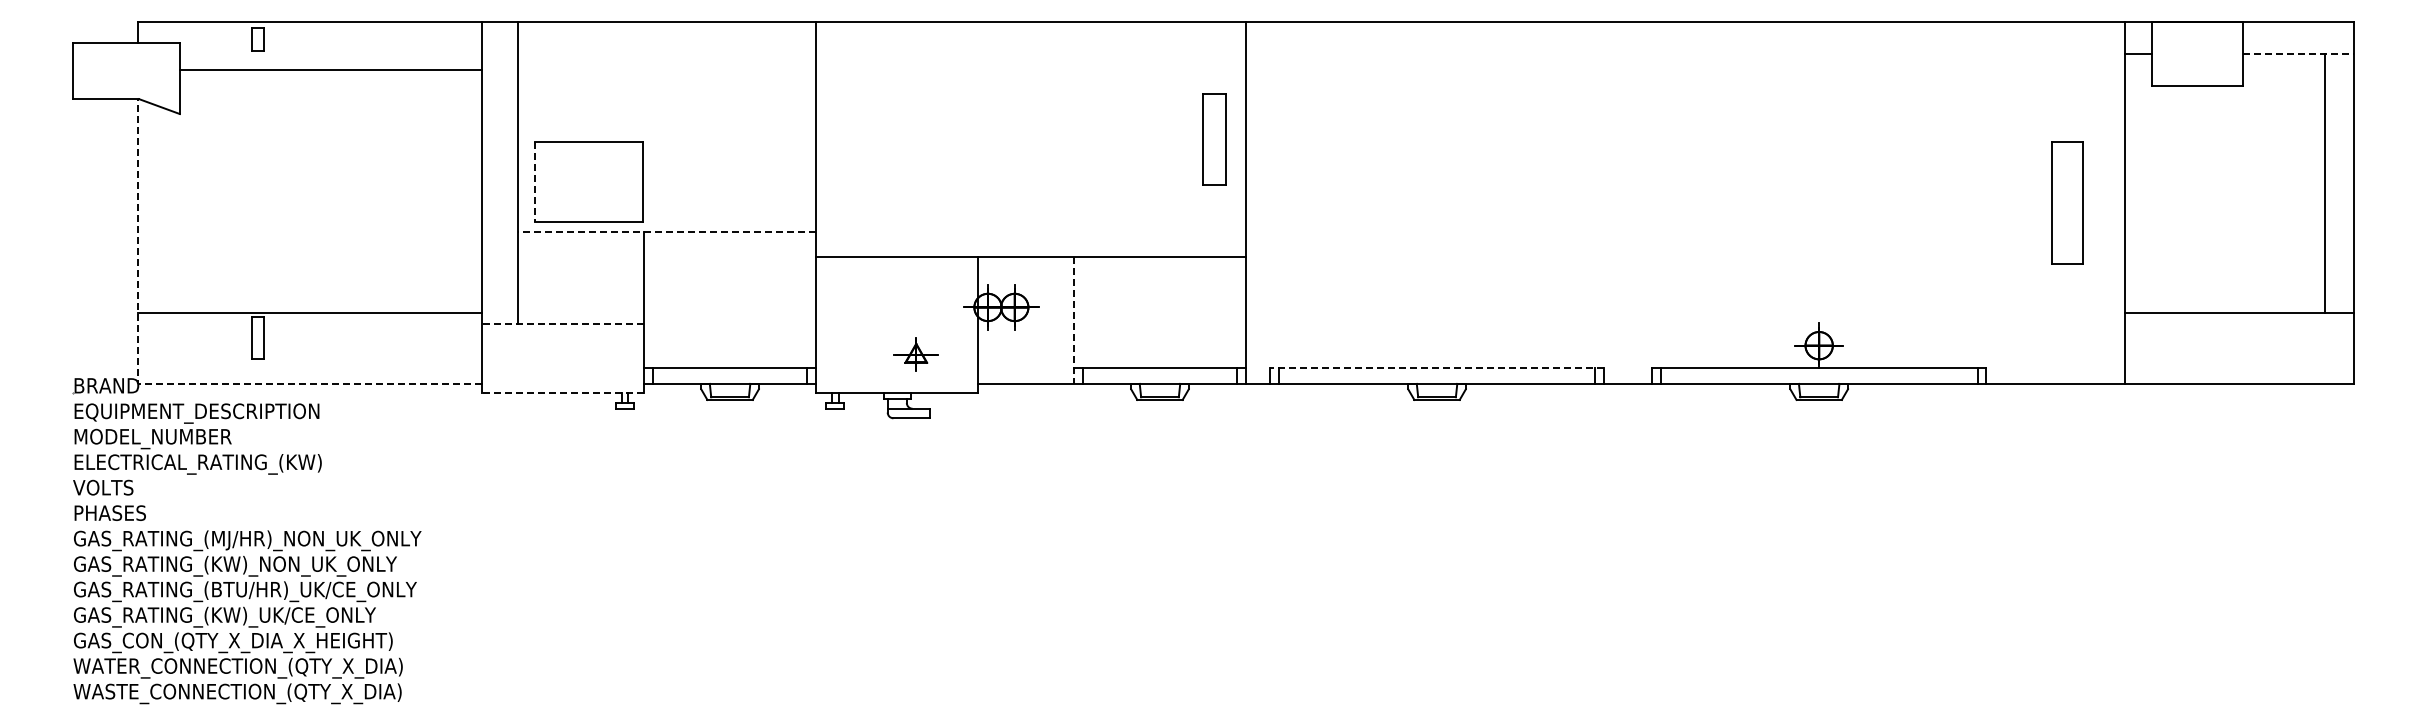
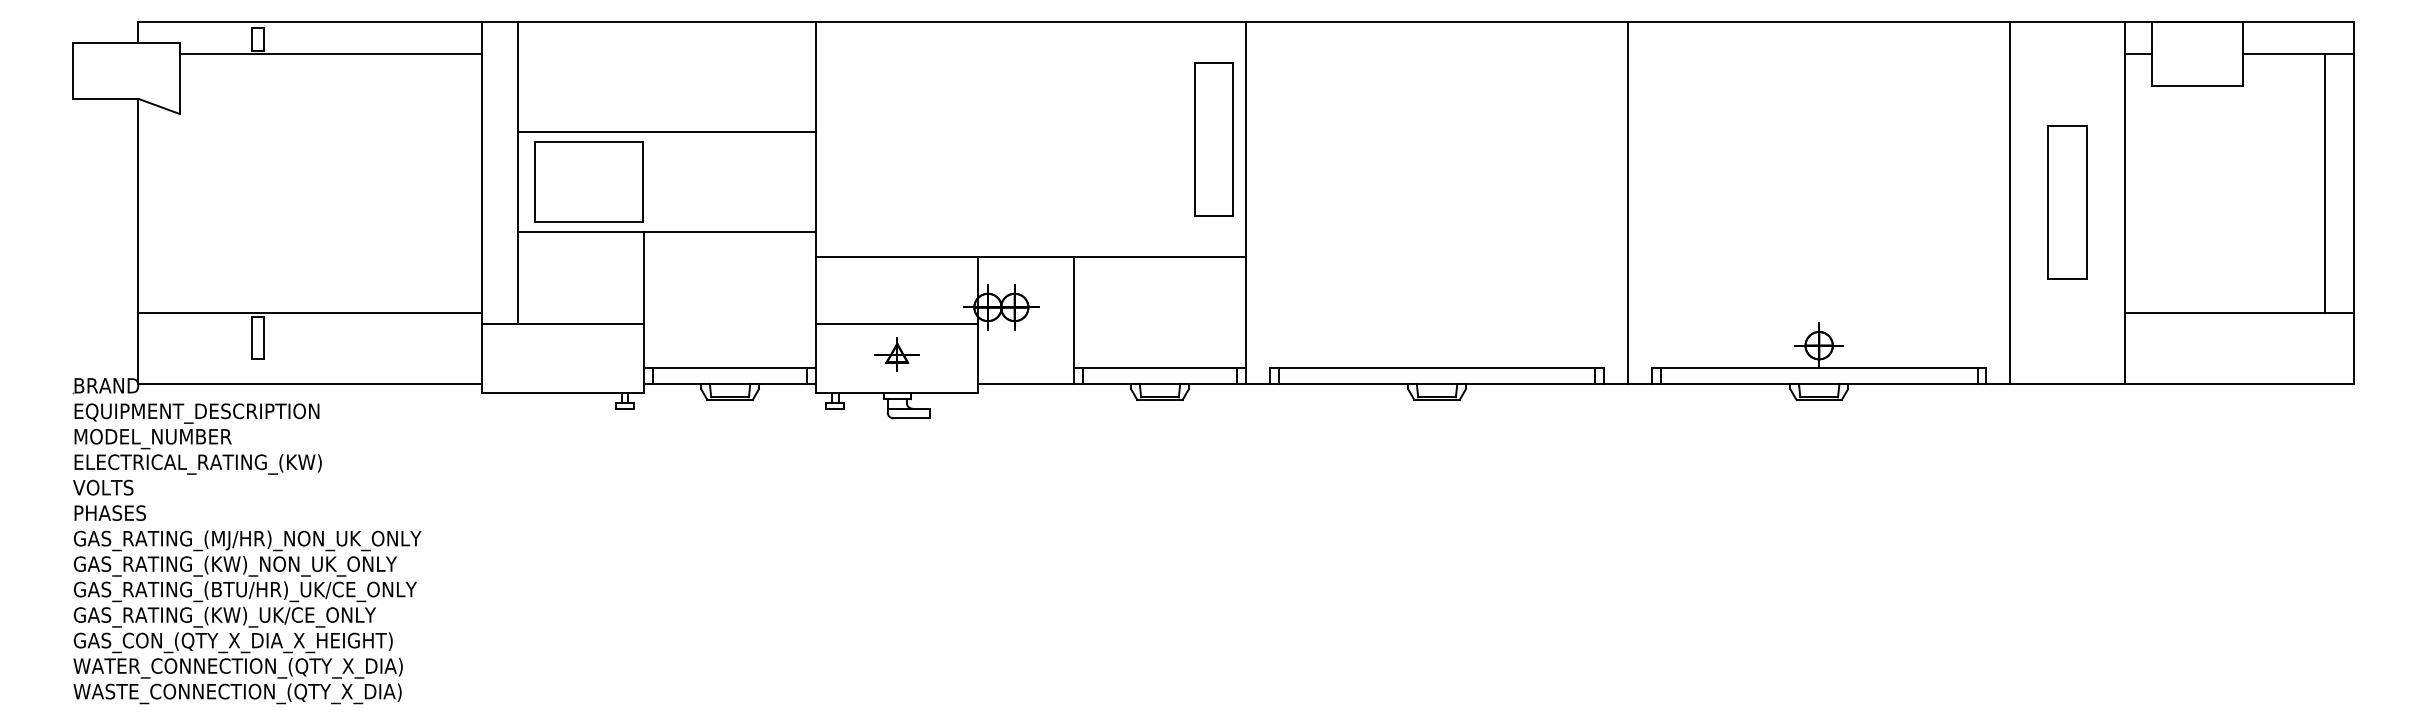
line at (2299, 54): dashed -> solid
line at (330, 70) position: (330, 70) -> (330, 54)
line at (667, 132): none -> present
part at (1214, 139) size: 25x93 px -> 40x155 px
line at (535, 182): dashed -> solid
line at (1628, 202): none -> present
line at (2010, 202): none -> present
part at (2067, 202) size: 33x124 px -> 41x155 px
line at (666, 231): dashed -> solid
line at (1074, 320): dashed -> solid
line at (562, 323): dashed -> solid
line at (897, 323): none -> present
part at (915, 354) position: (915, 354) -> (896, 354)
line at (1436, 368): dashed -> solid
line at (166, 384): dashed -> solid
line at (562, 393): dashed -> solid
